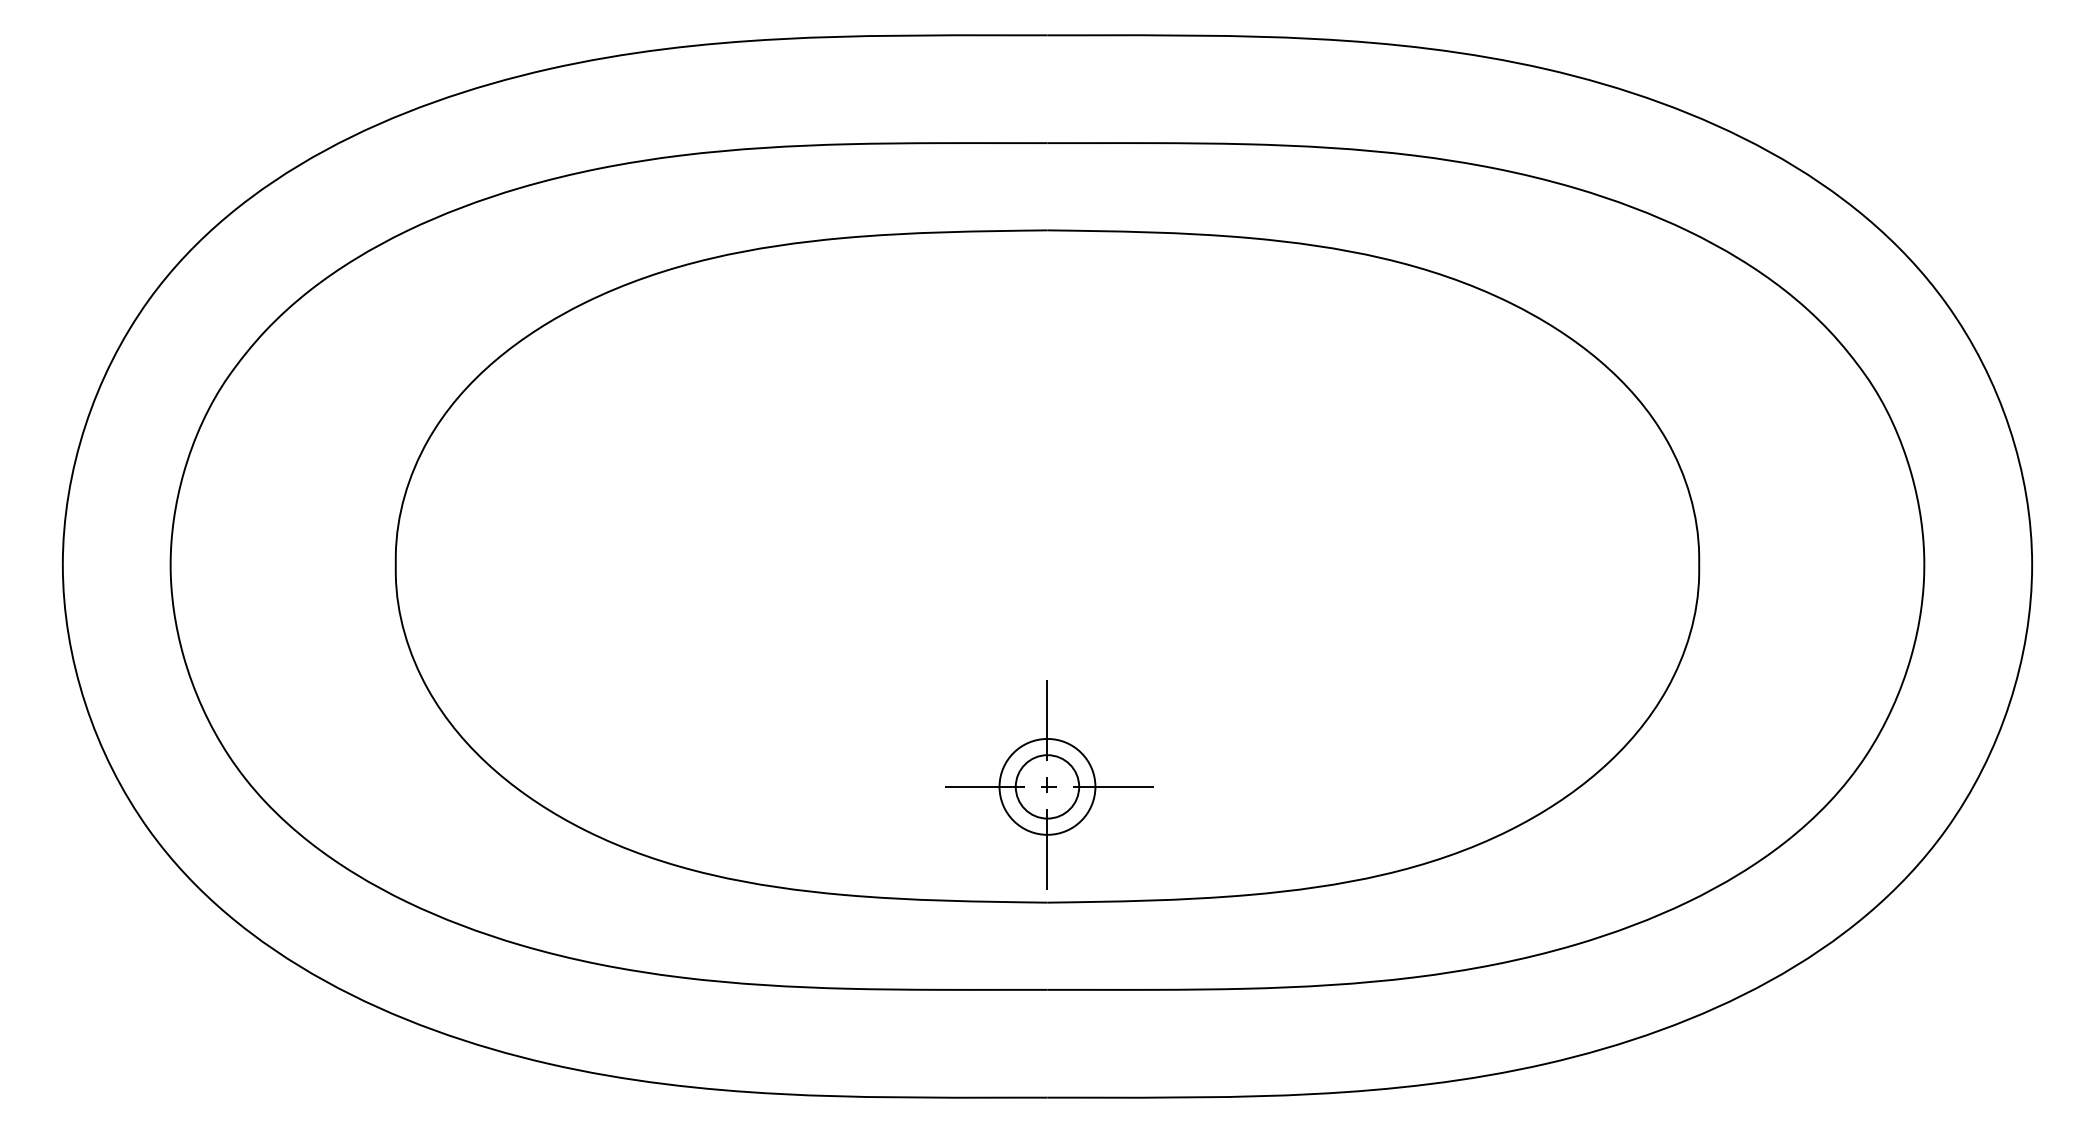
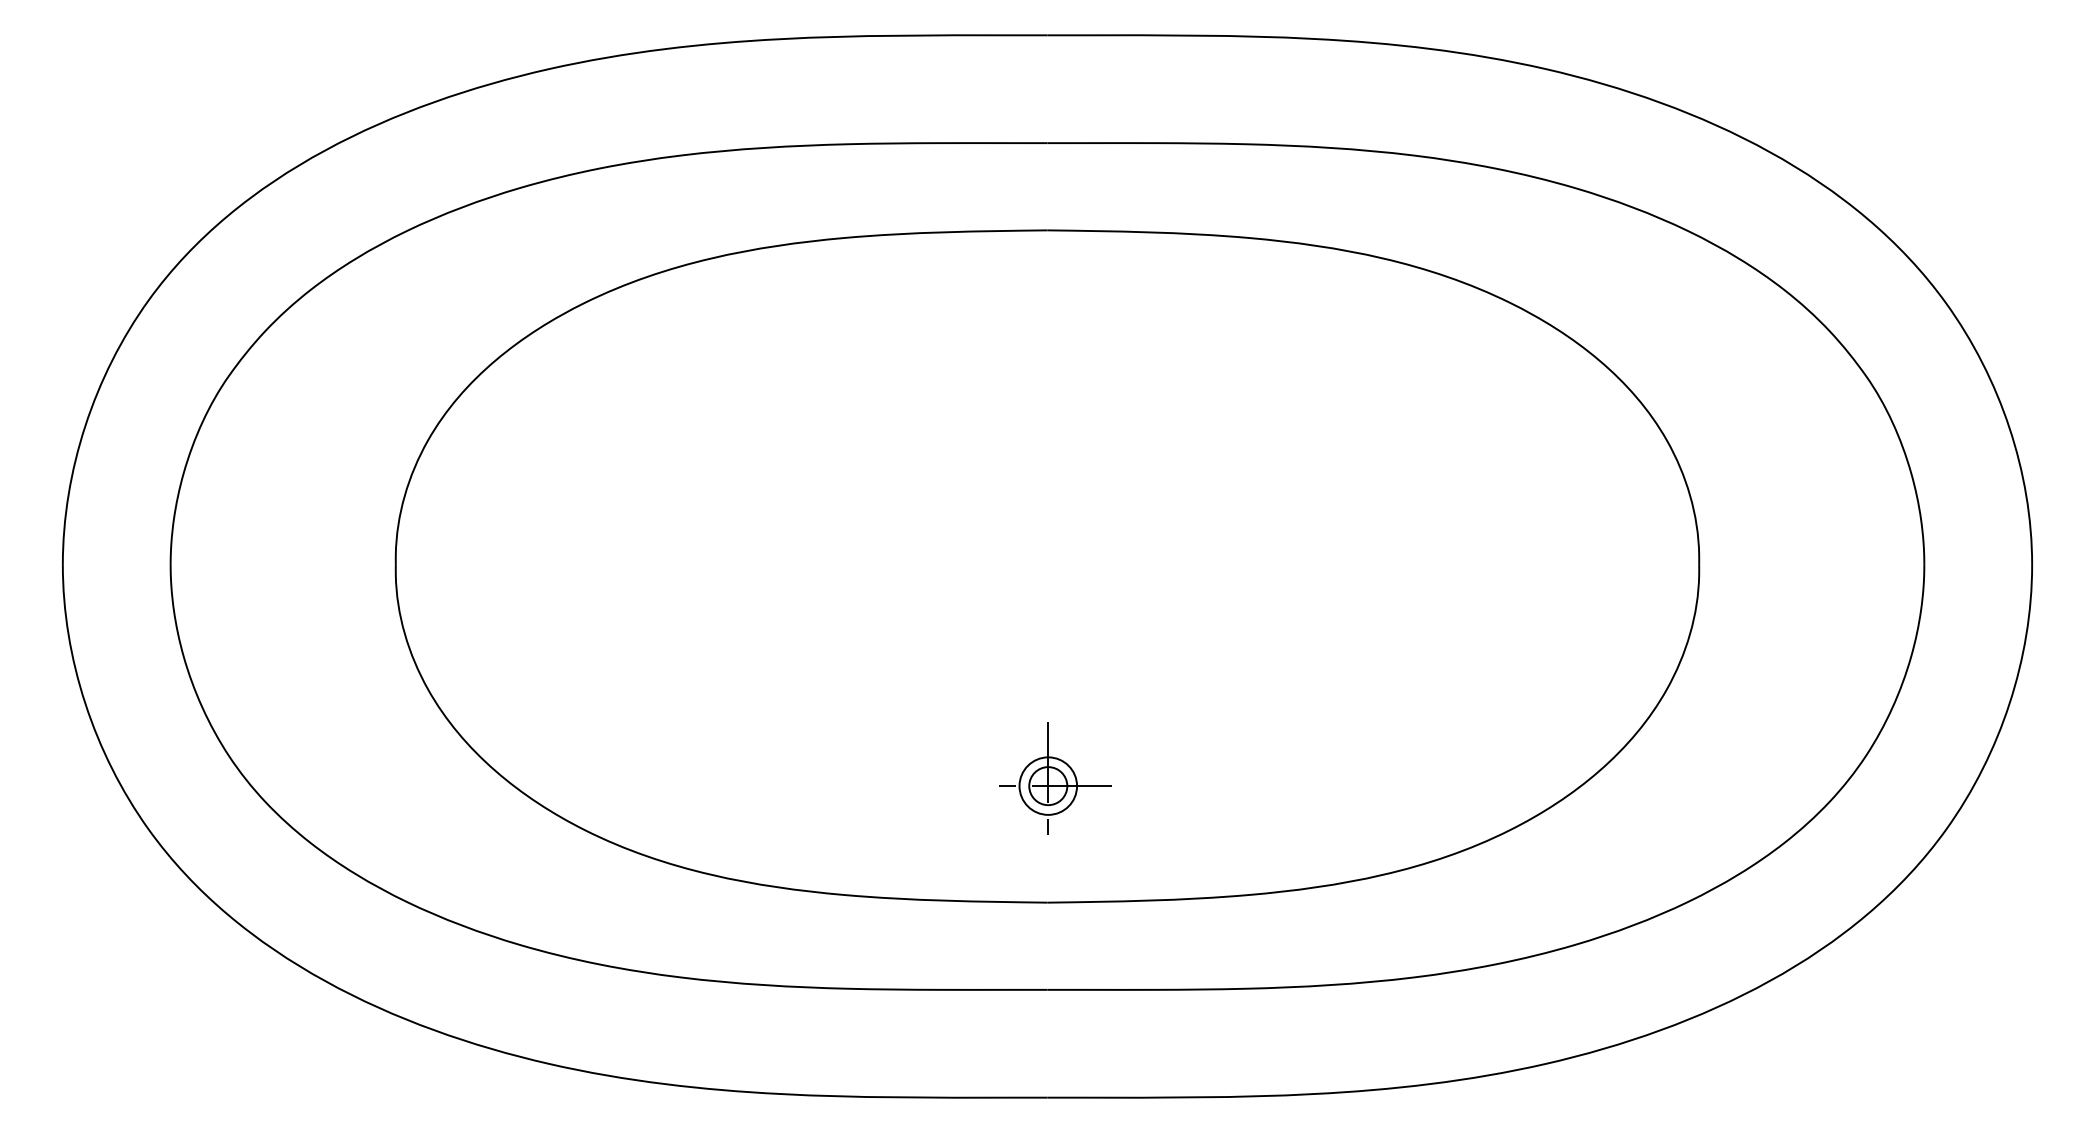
part at (1049, 784) size: 209x210 px -> 113x113 px
